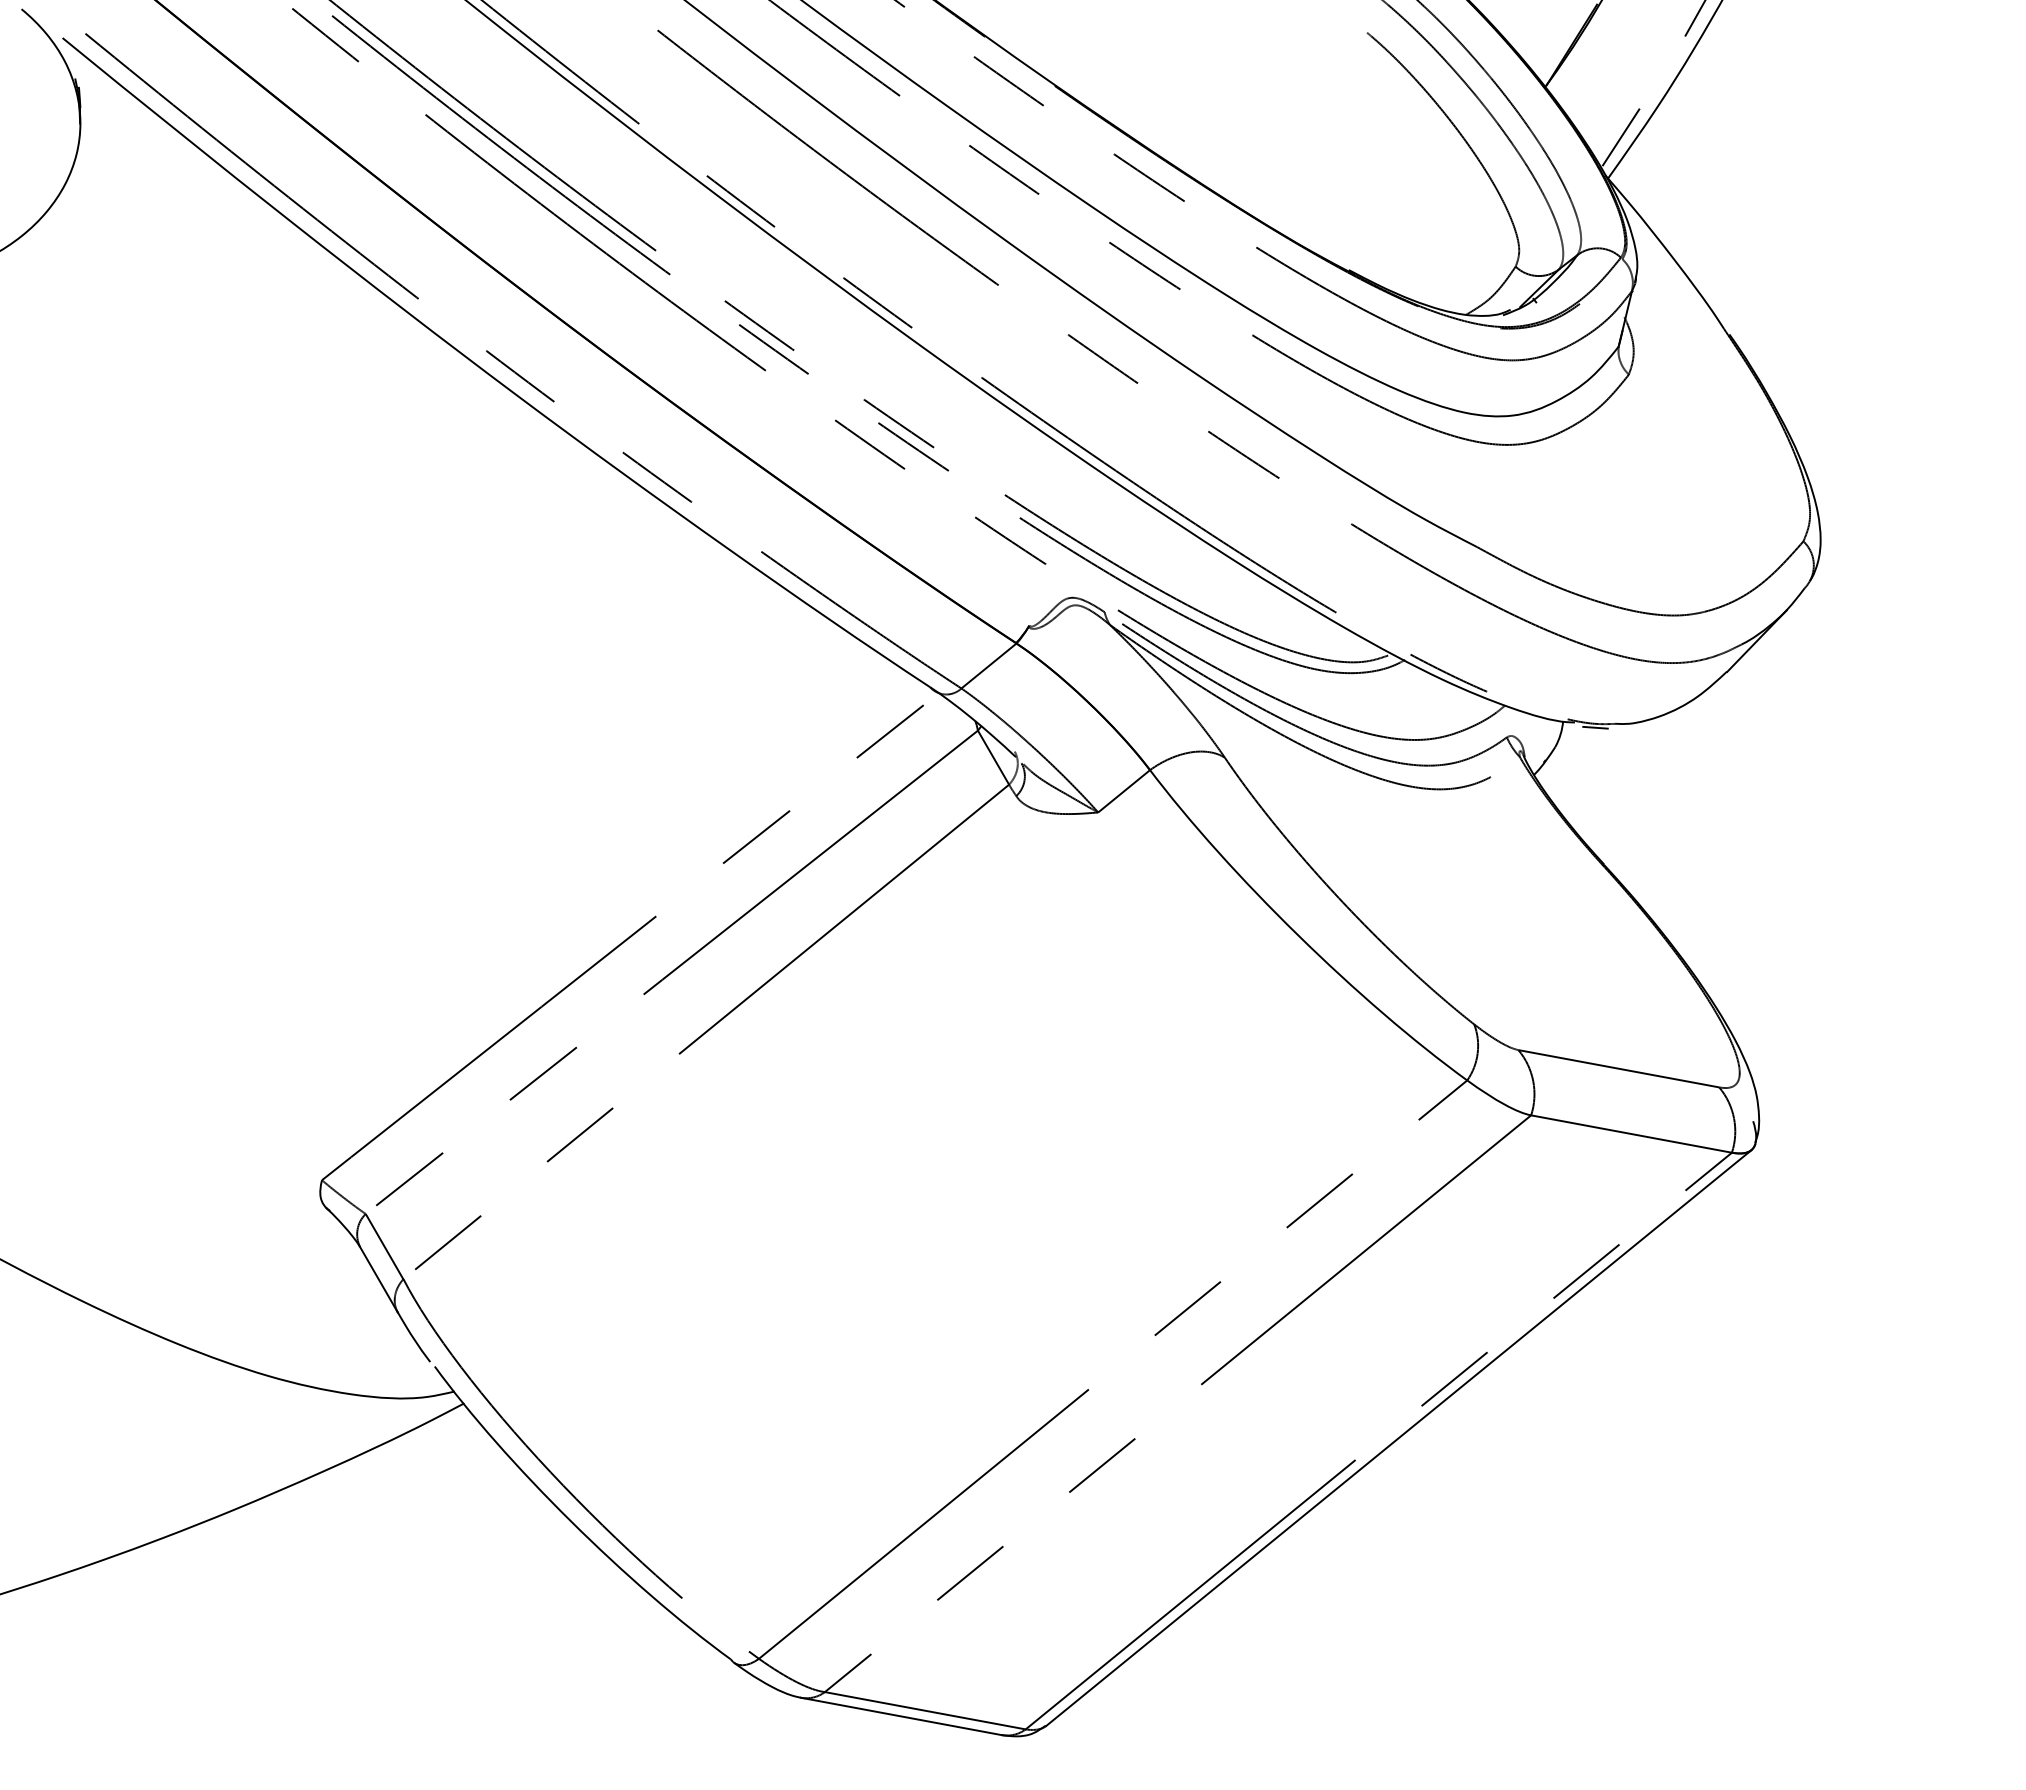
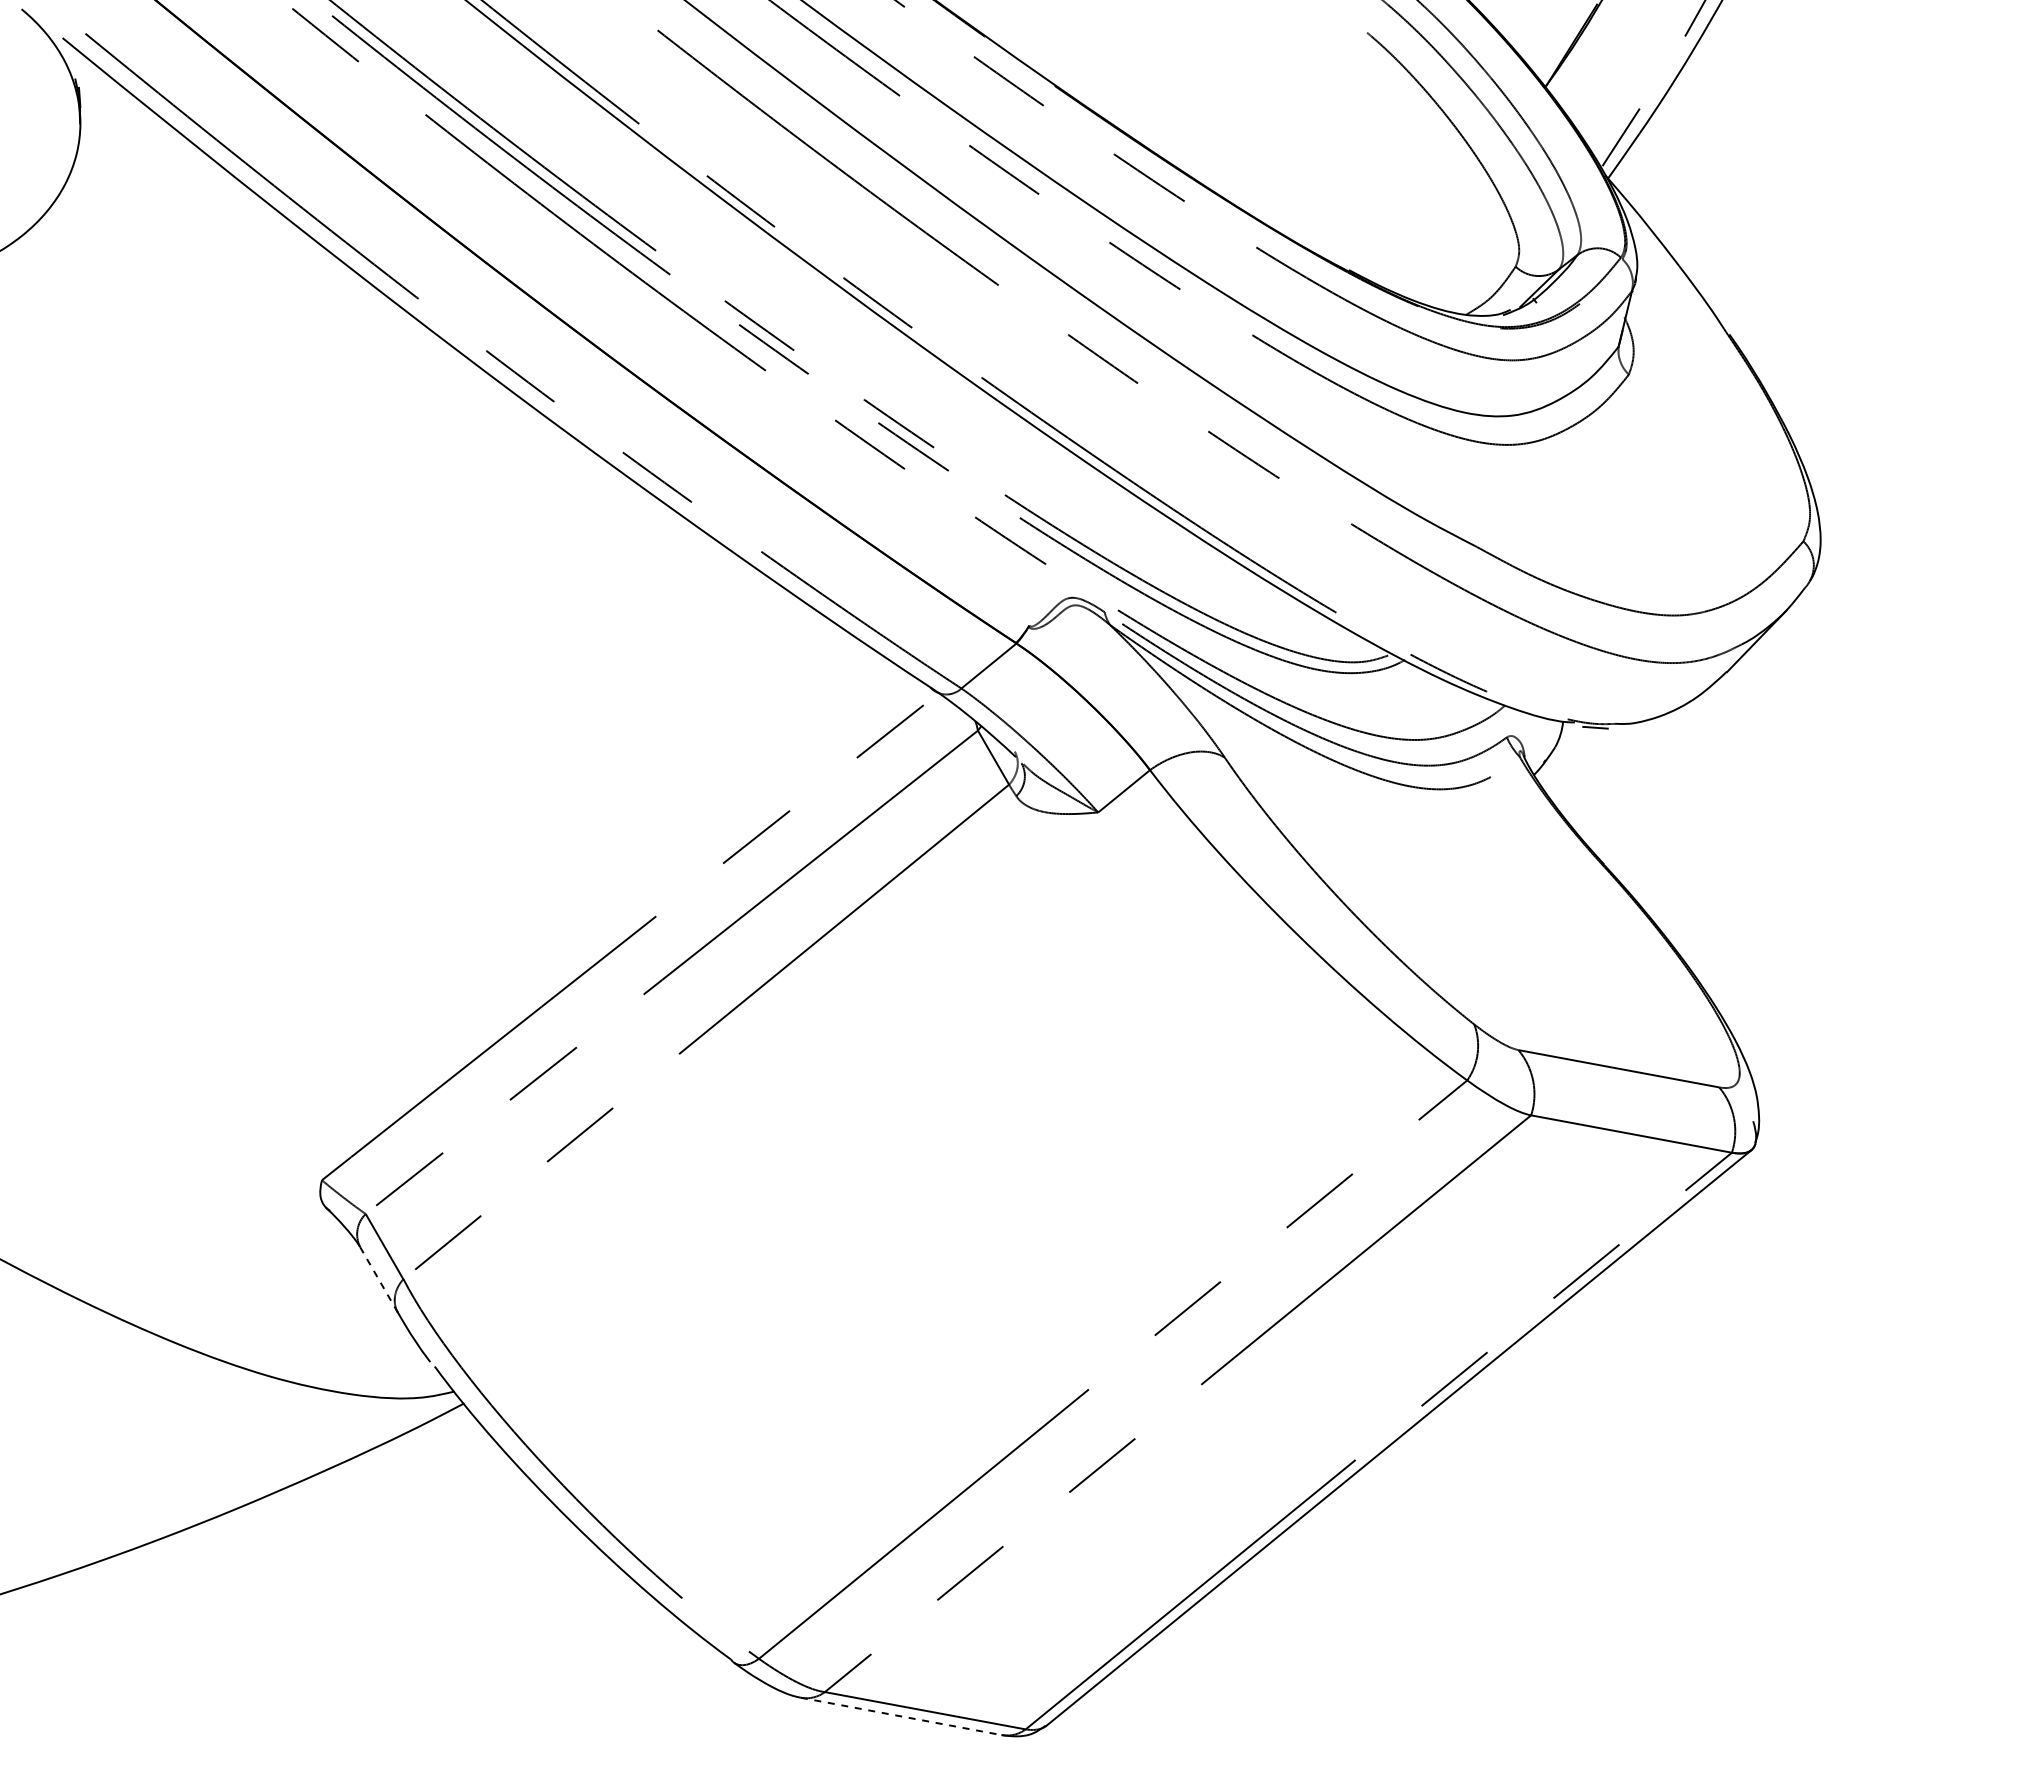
line at (379, 1279): solid -> dashed
line at (901, 1716): solid -> dashed
